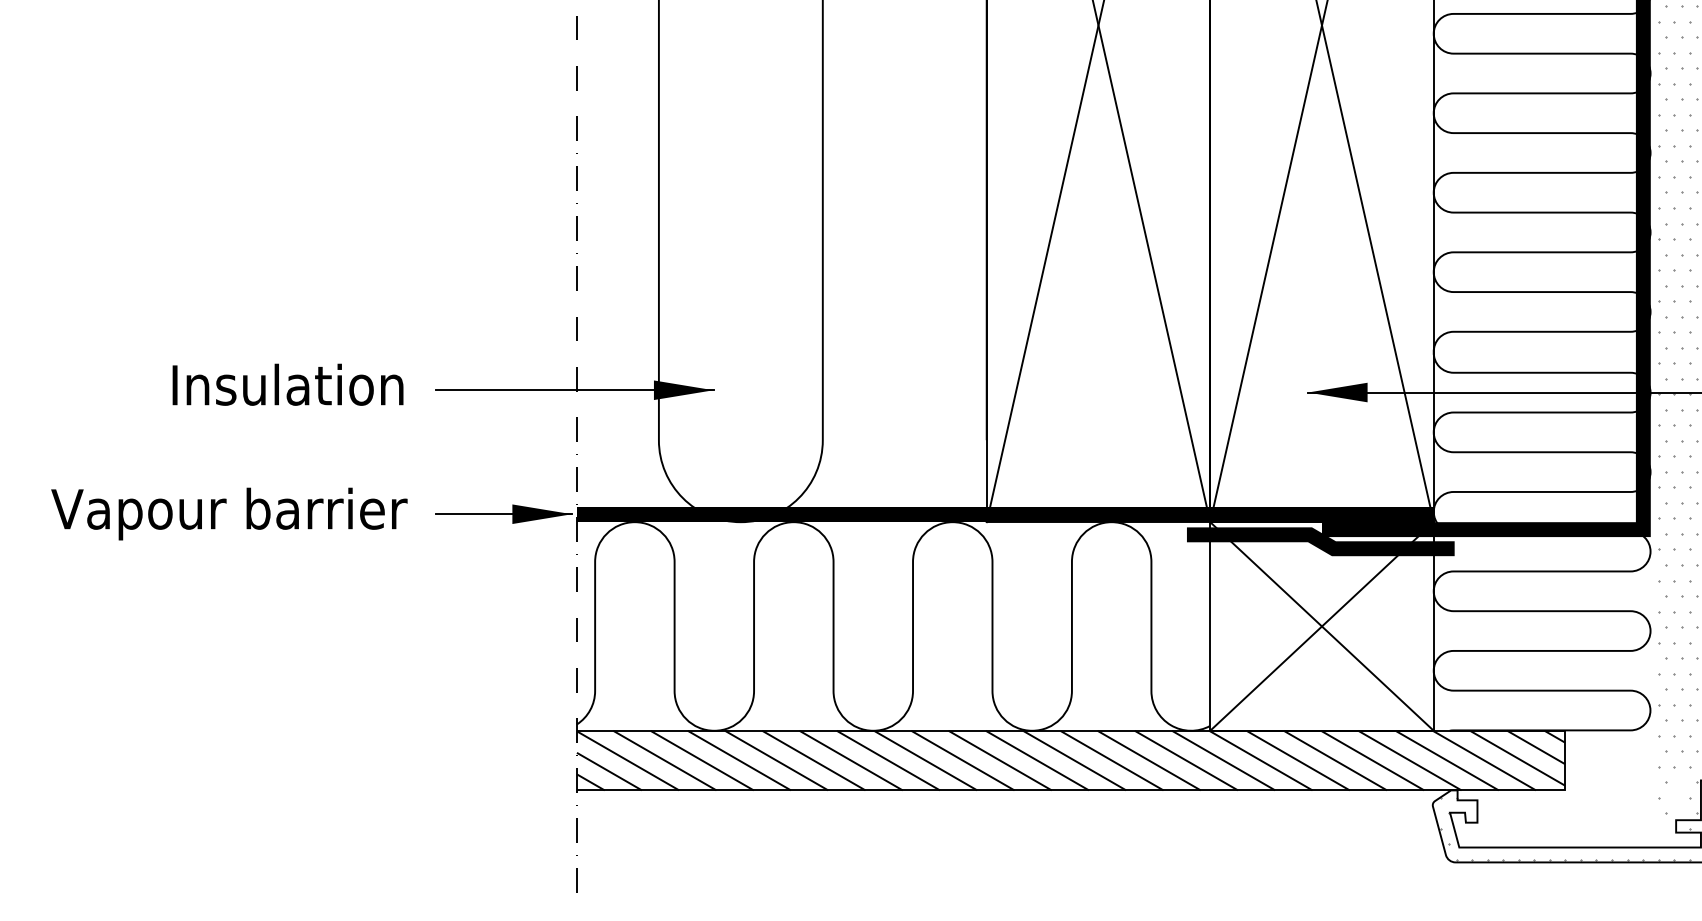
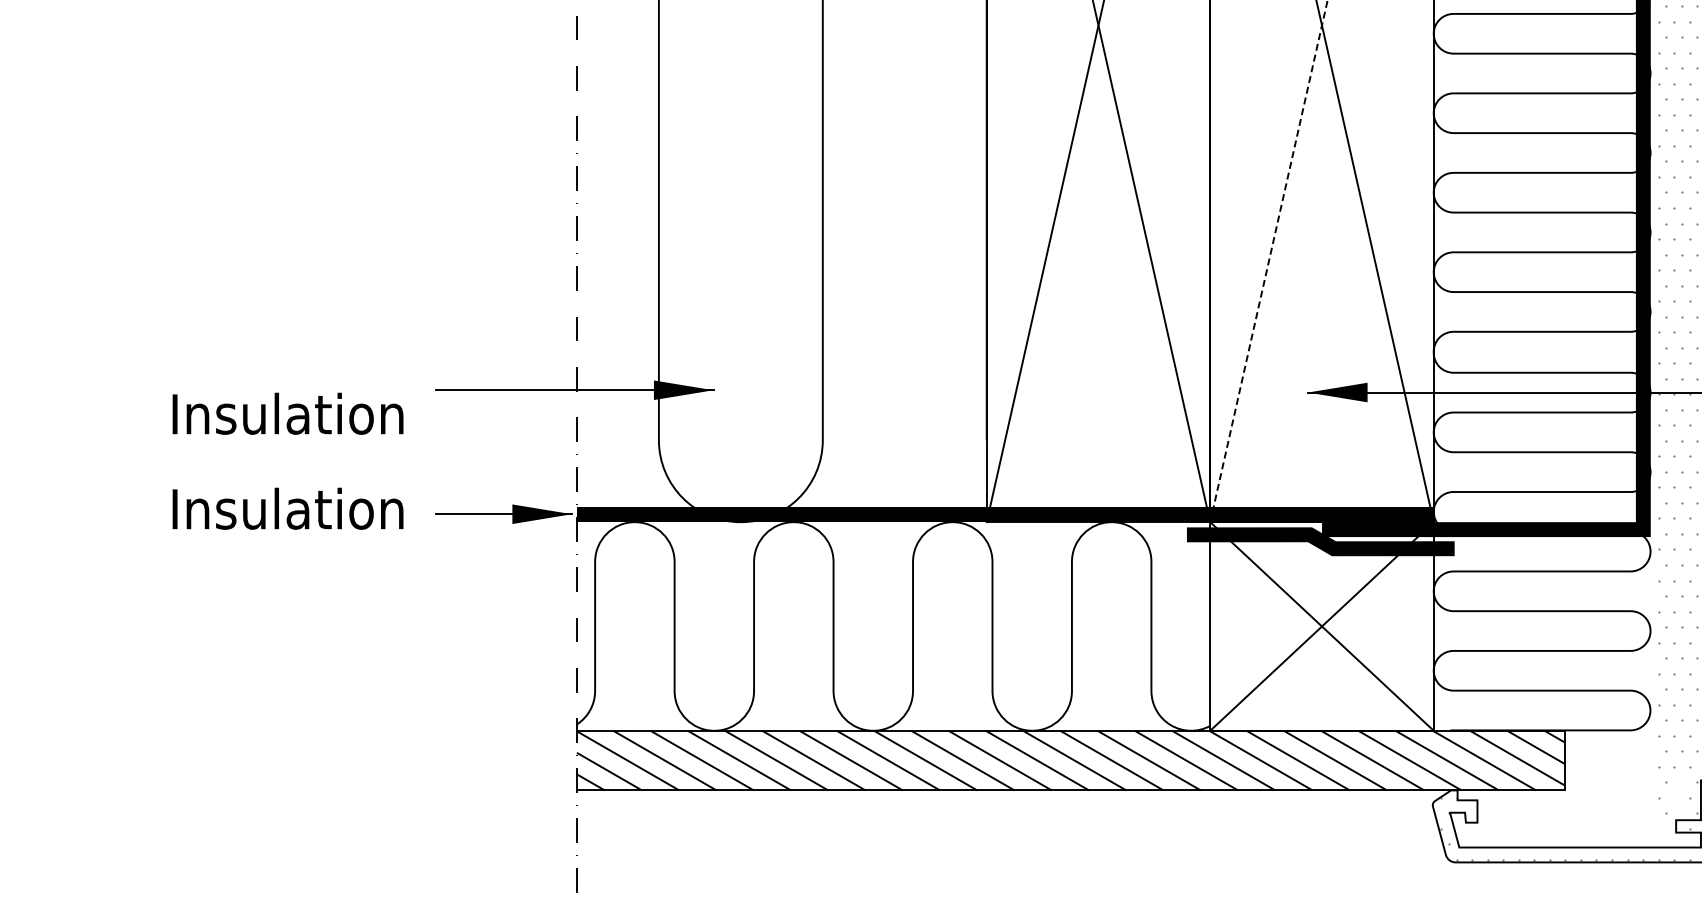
line at (1268, 261): solid -> dashed
text at (287, 384) position: (287, 384) -> (287, 413)
text at (229, 513): Vapour barrier -> Insulation
